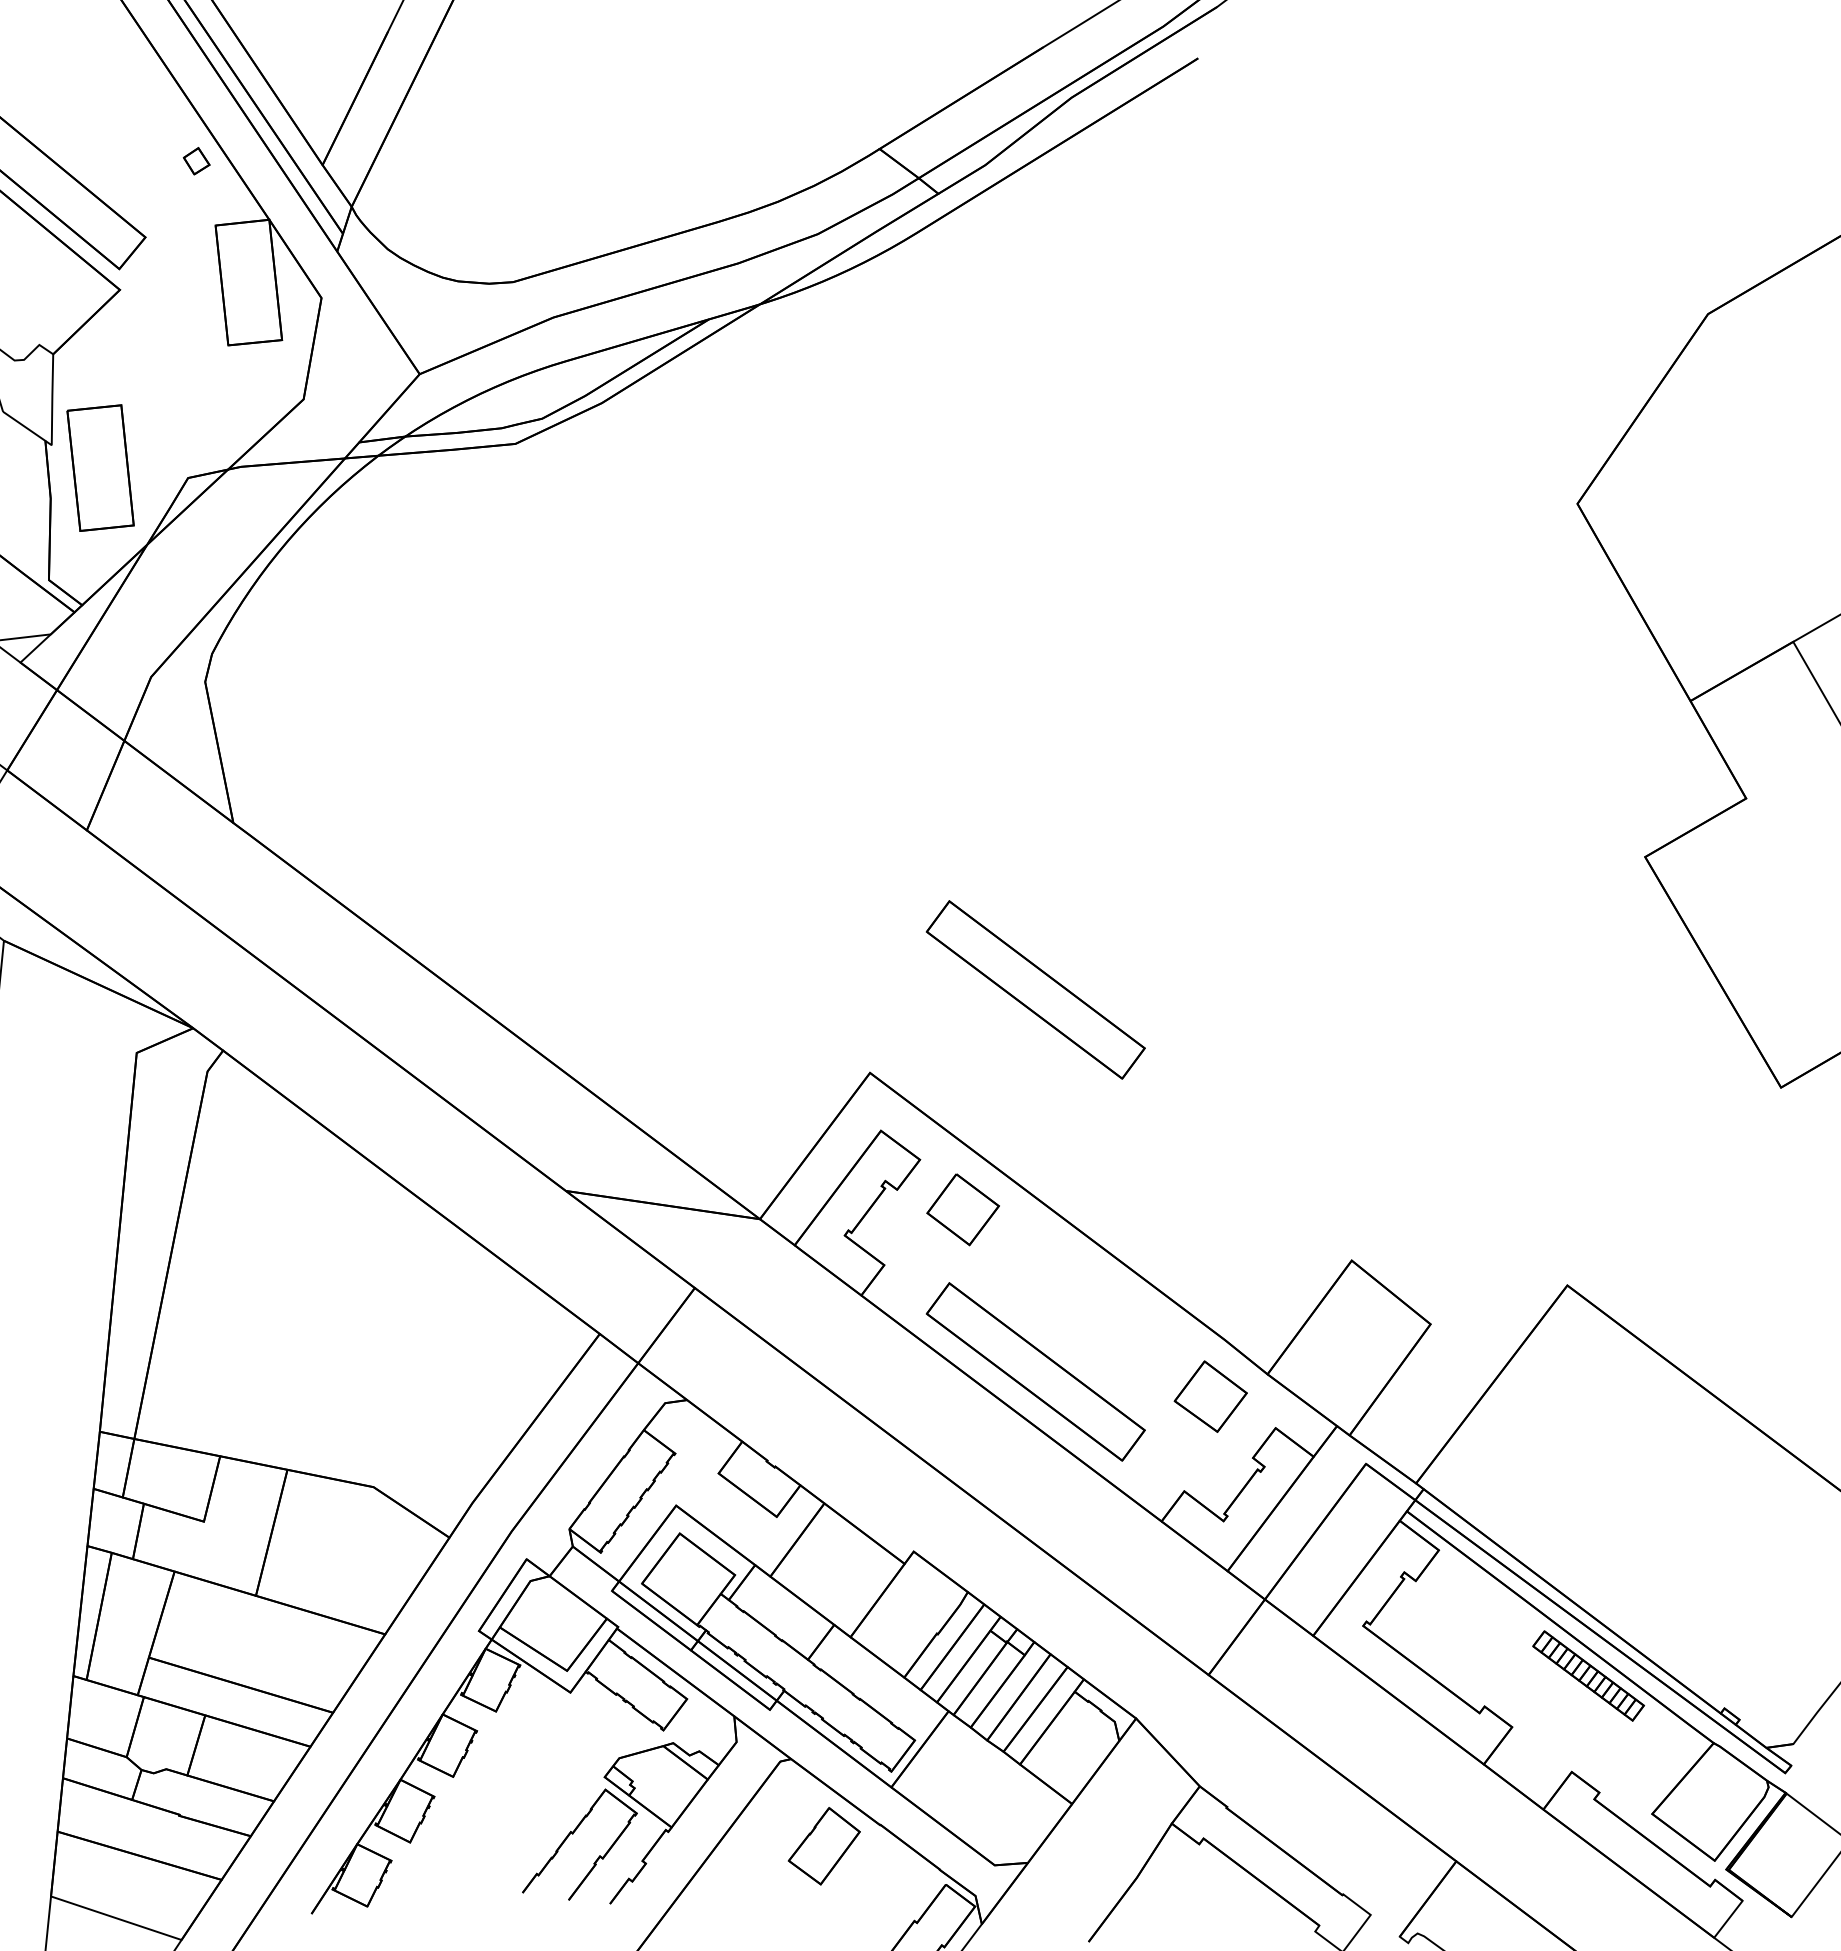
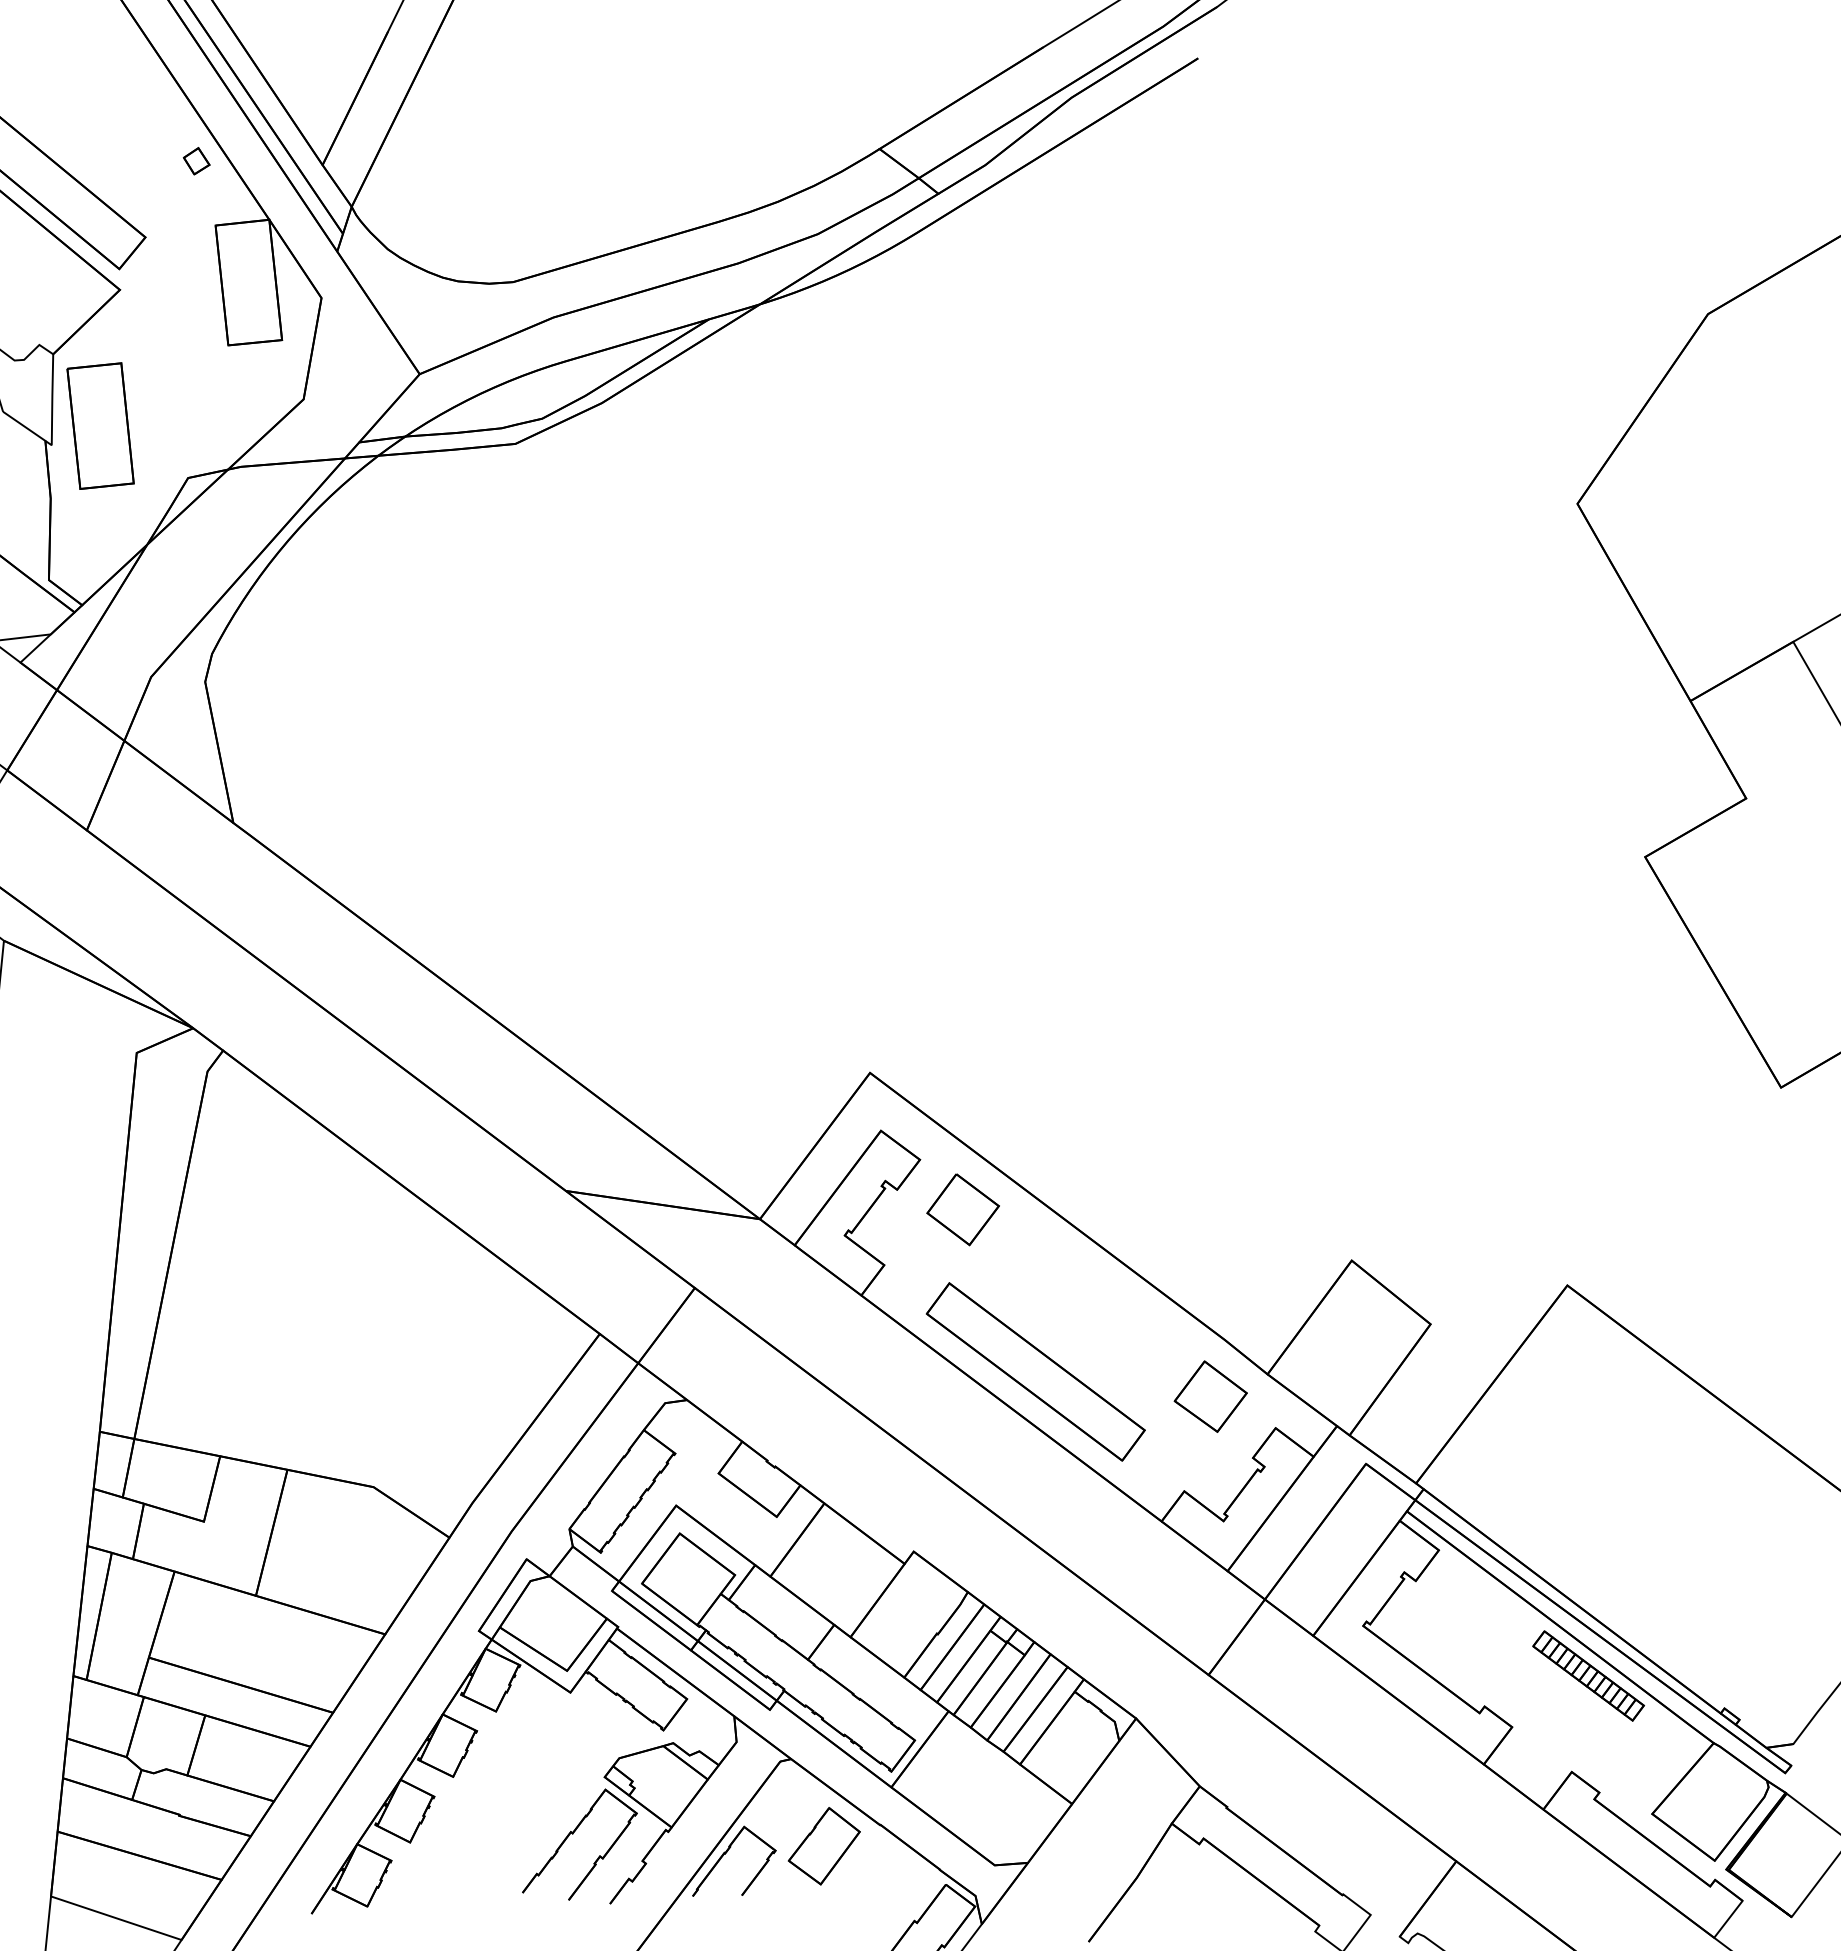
part at (100, 467) position: (100, 467) -> (100, 425)
part at (1035, 989): present -> none
part at (727, 1852): none -> present
